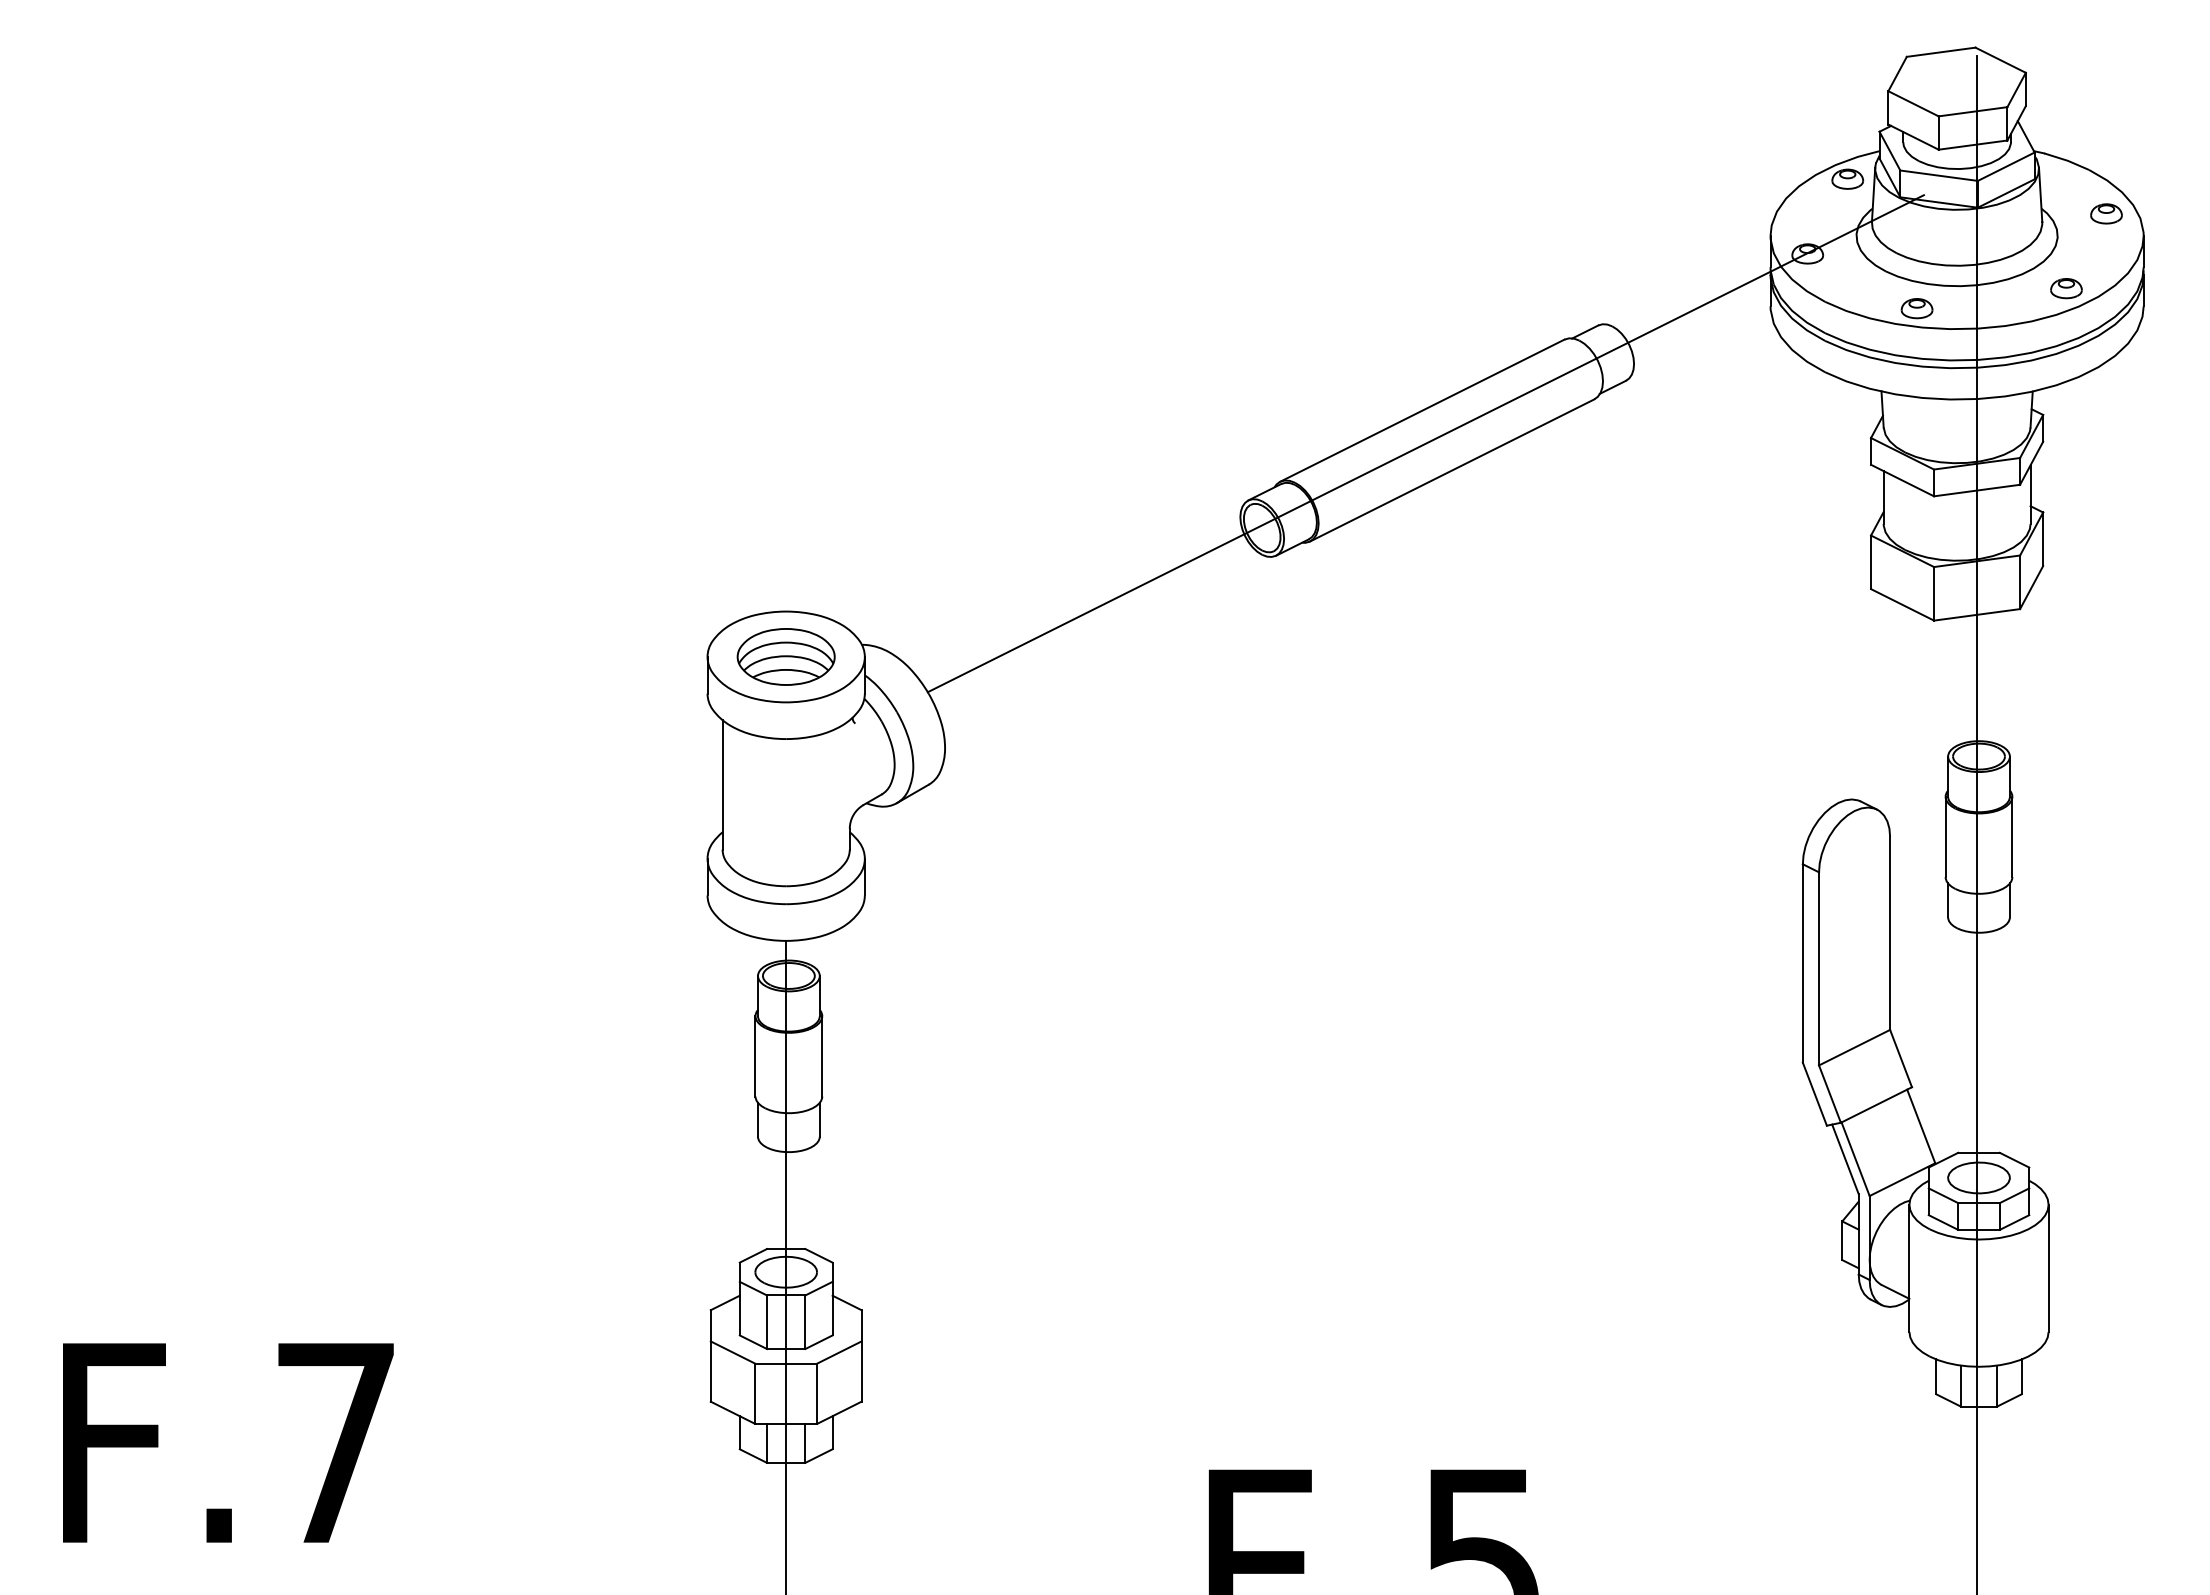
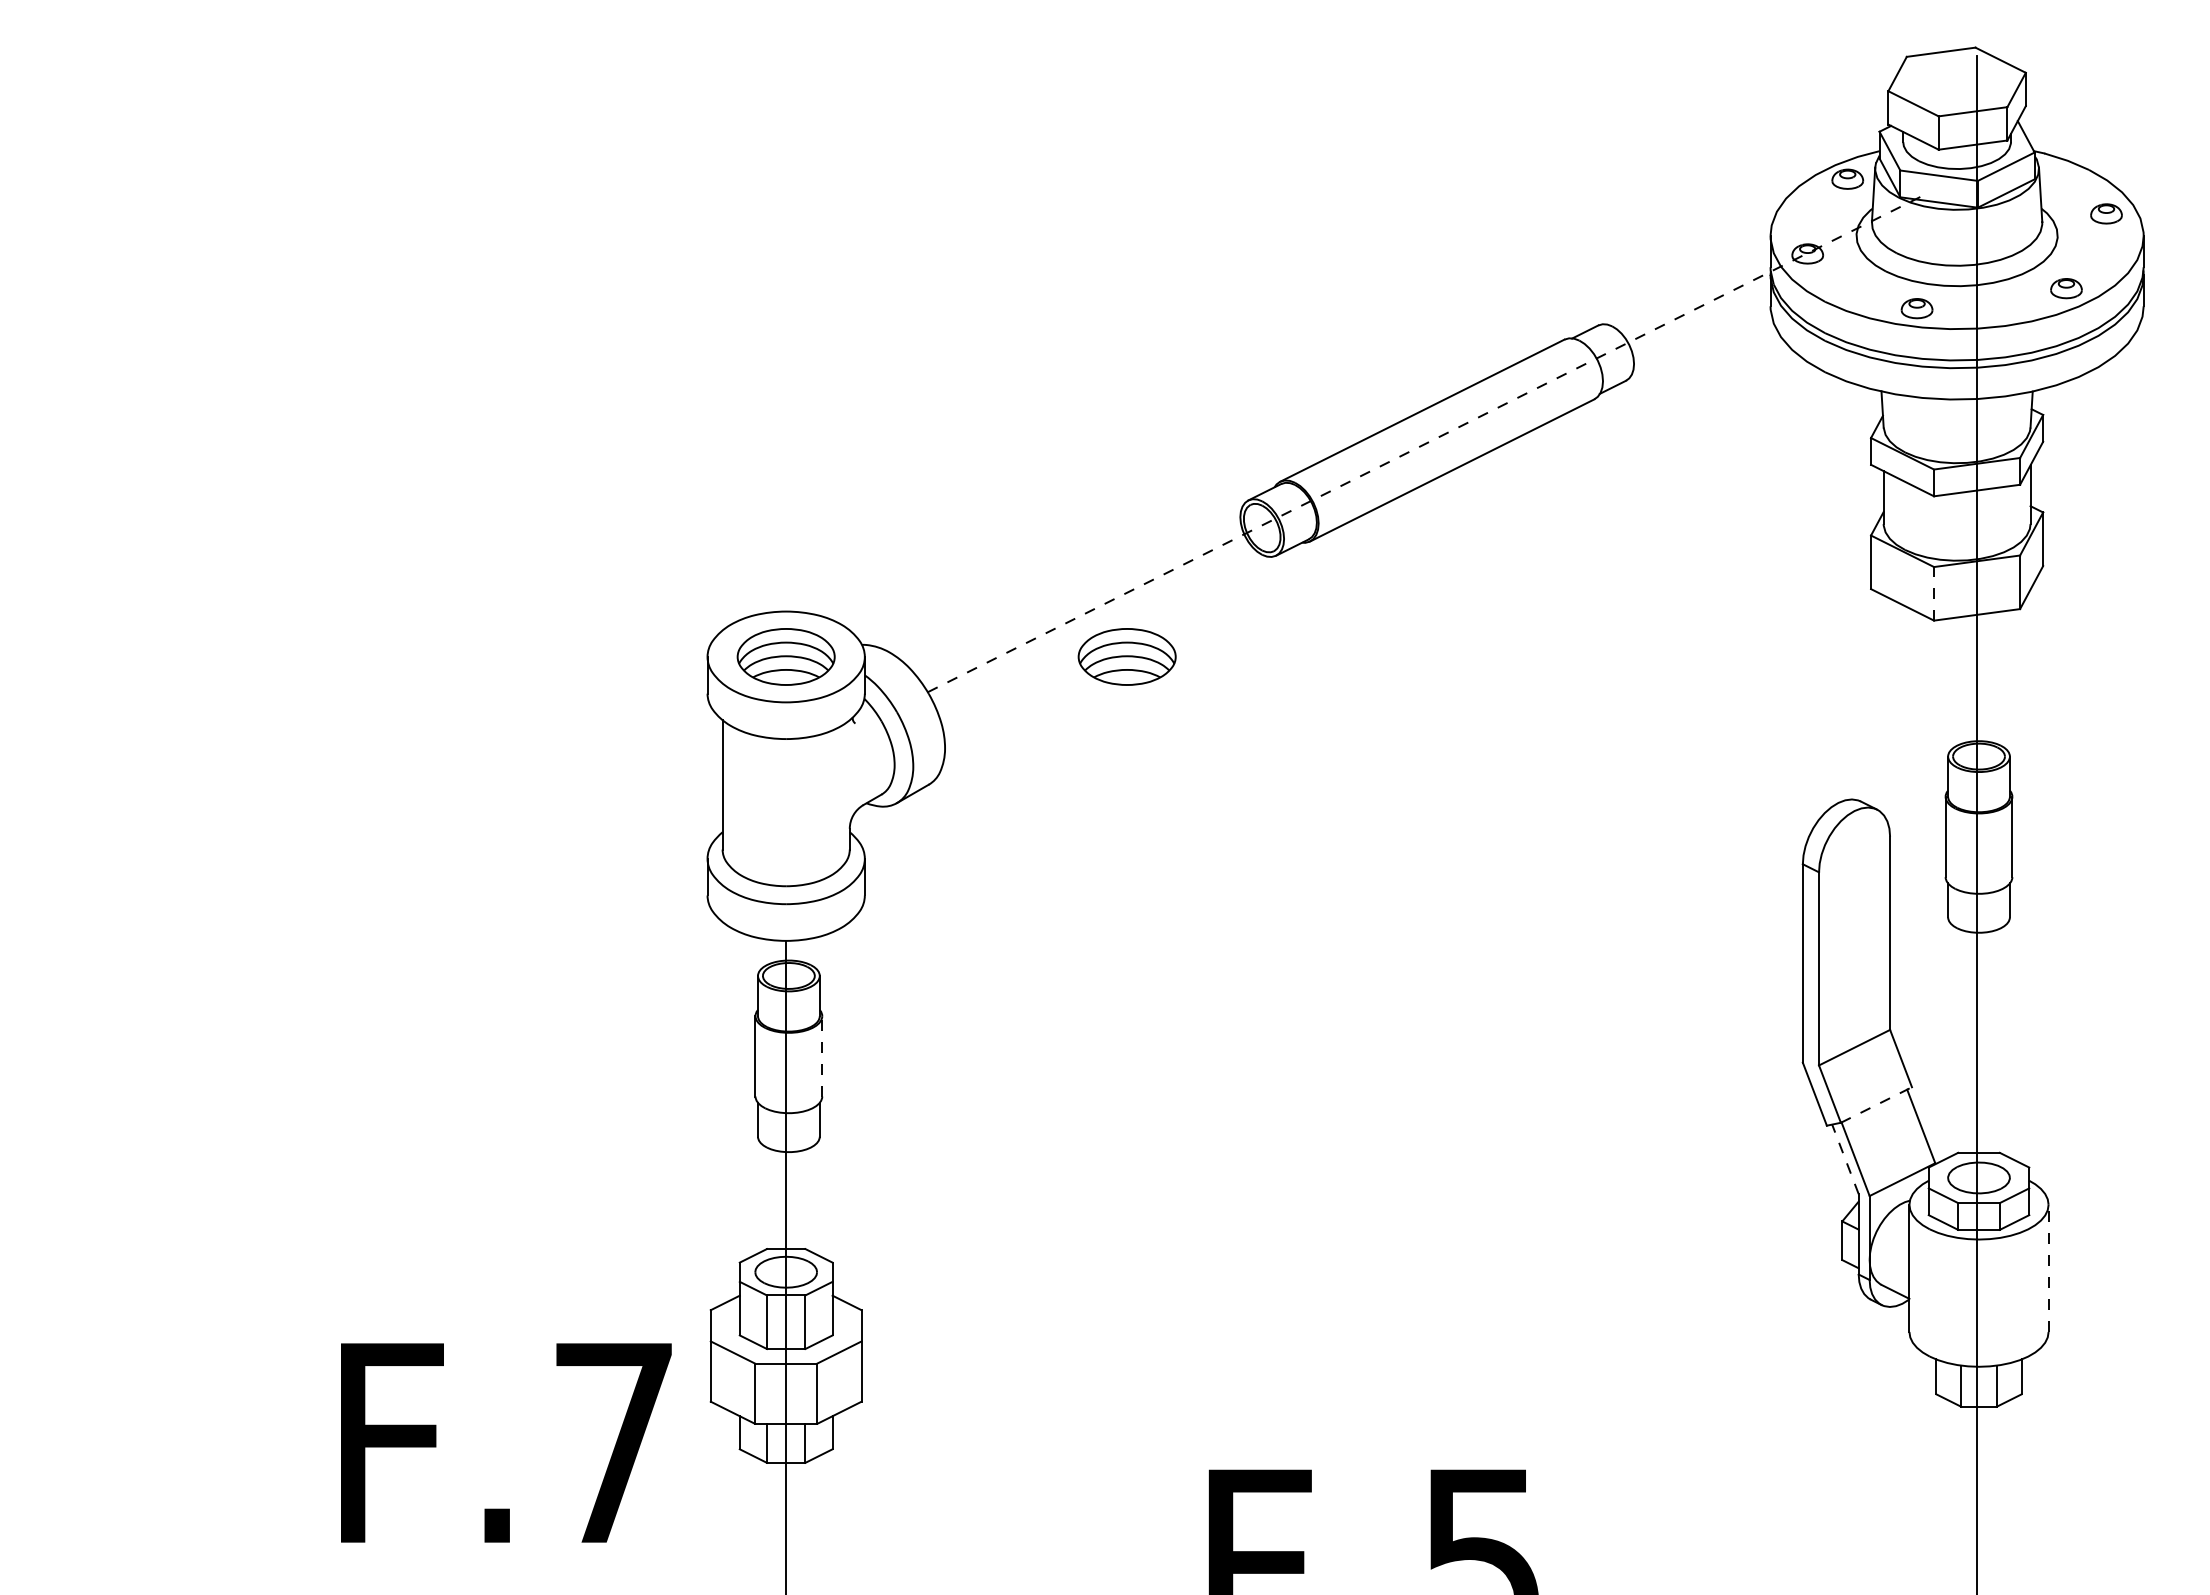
line at (1425, 443): solid -> dashed
line at (1934, 593): solid -> dashed
part at (1126, 656): none -> present
line at (822, 1055): solid -> dashed
line at (1876, 1105): solid -> dashed
line at (1845, 1158): solid -> dashed
line at (2048, 1268): solid -> dashed
text at (228, 1442) position: (228, 1442) -> (506, 1442)
